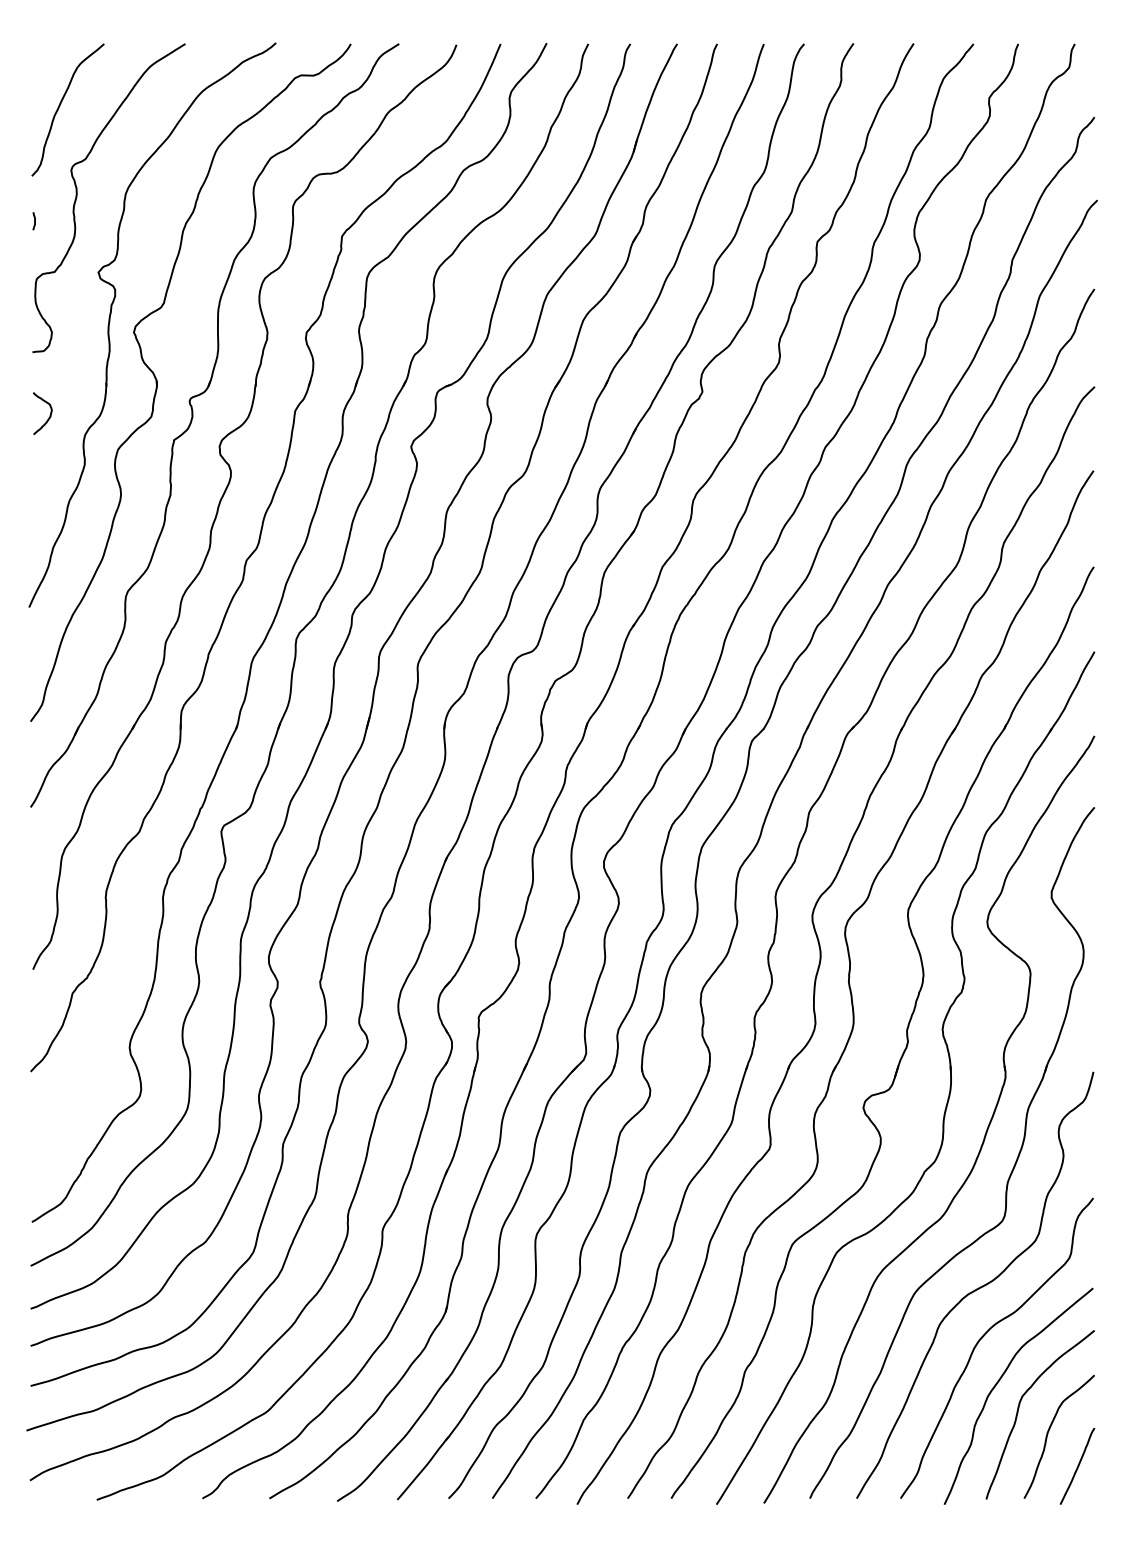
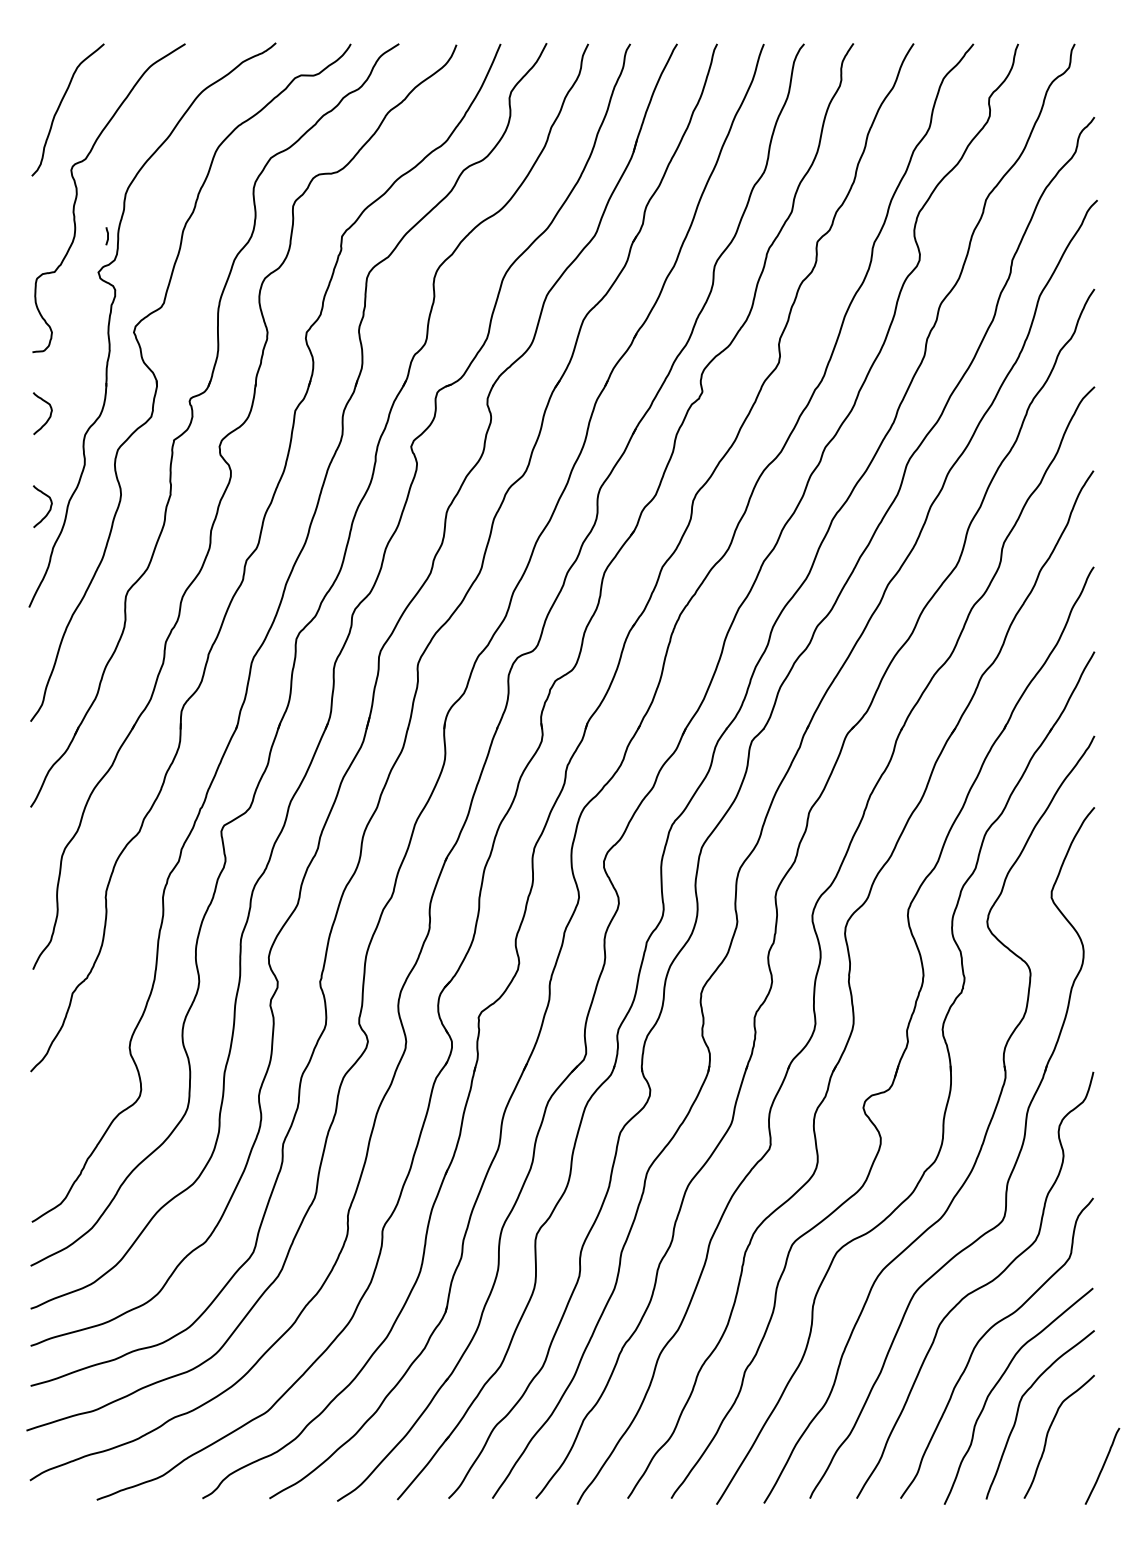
line at (34, 221) position: (34, 221) -> (107, 236)
curve at (48, 510): none -> present
curve at (1077, 1465) position: (1077, 1465) -> (1102, 1465)
